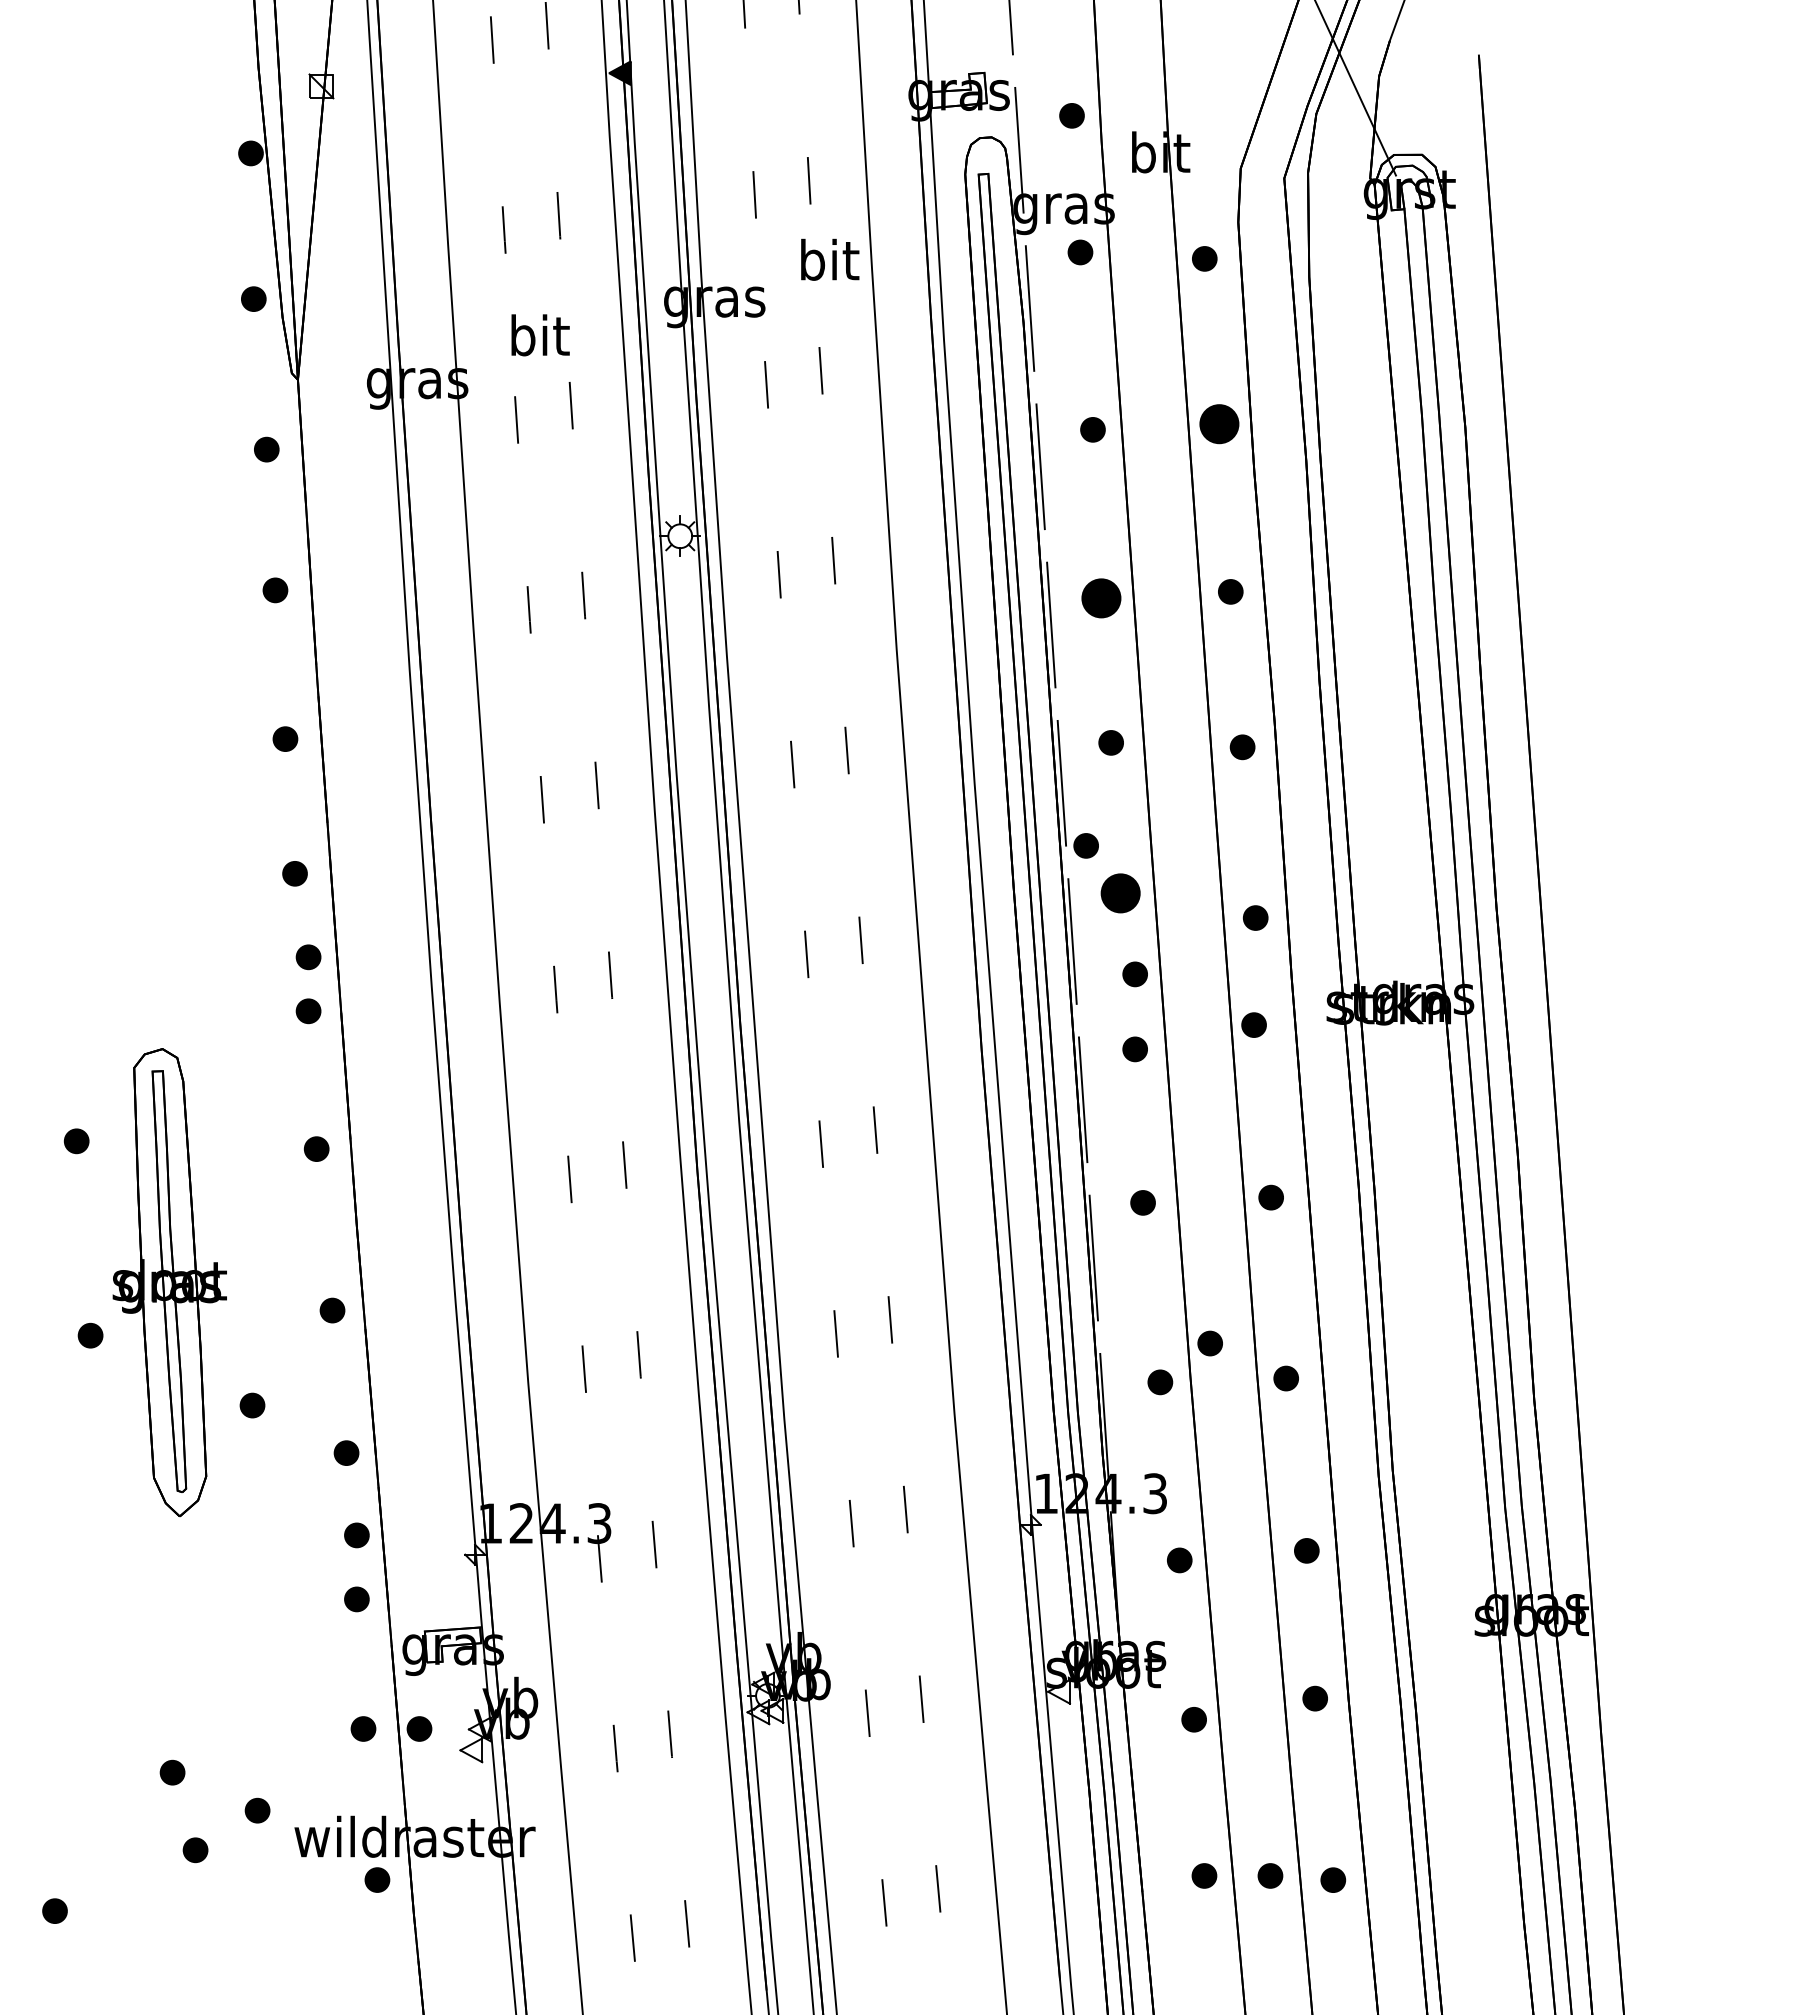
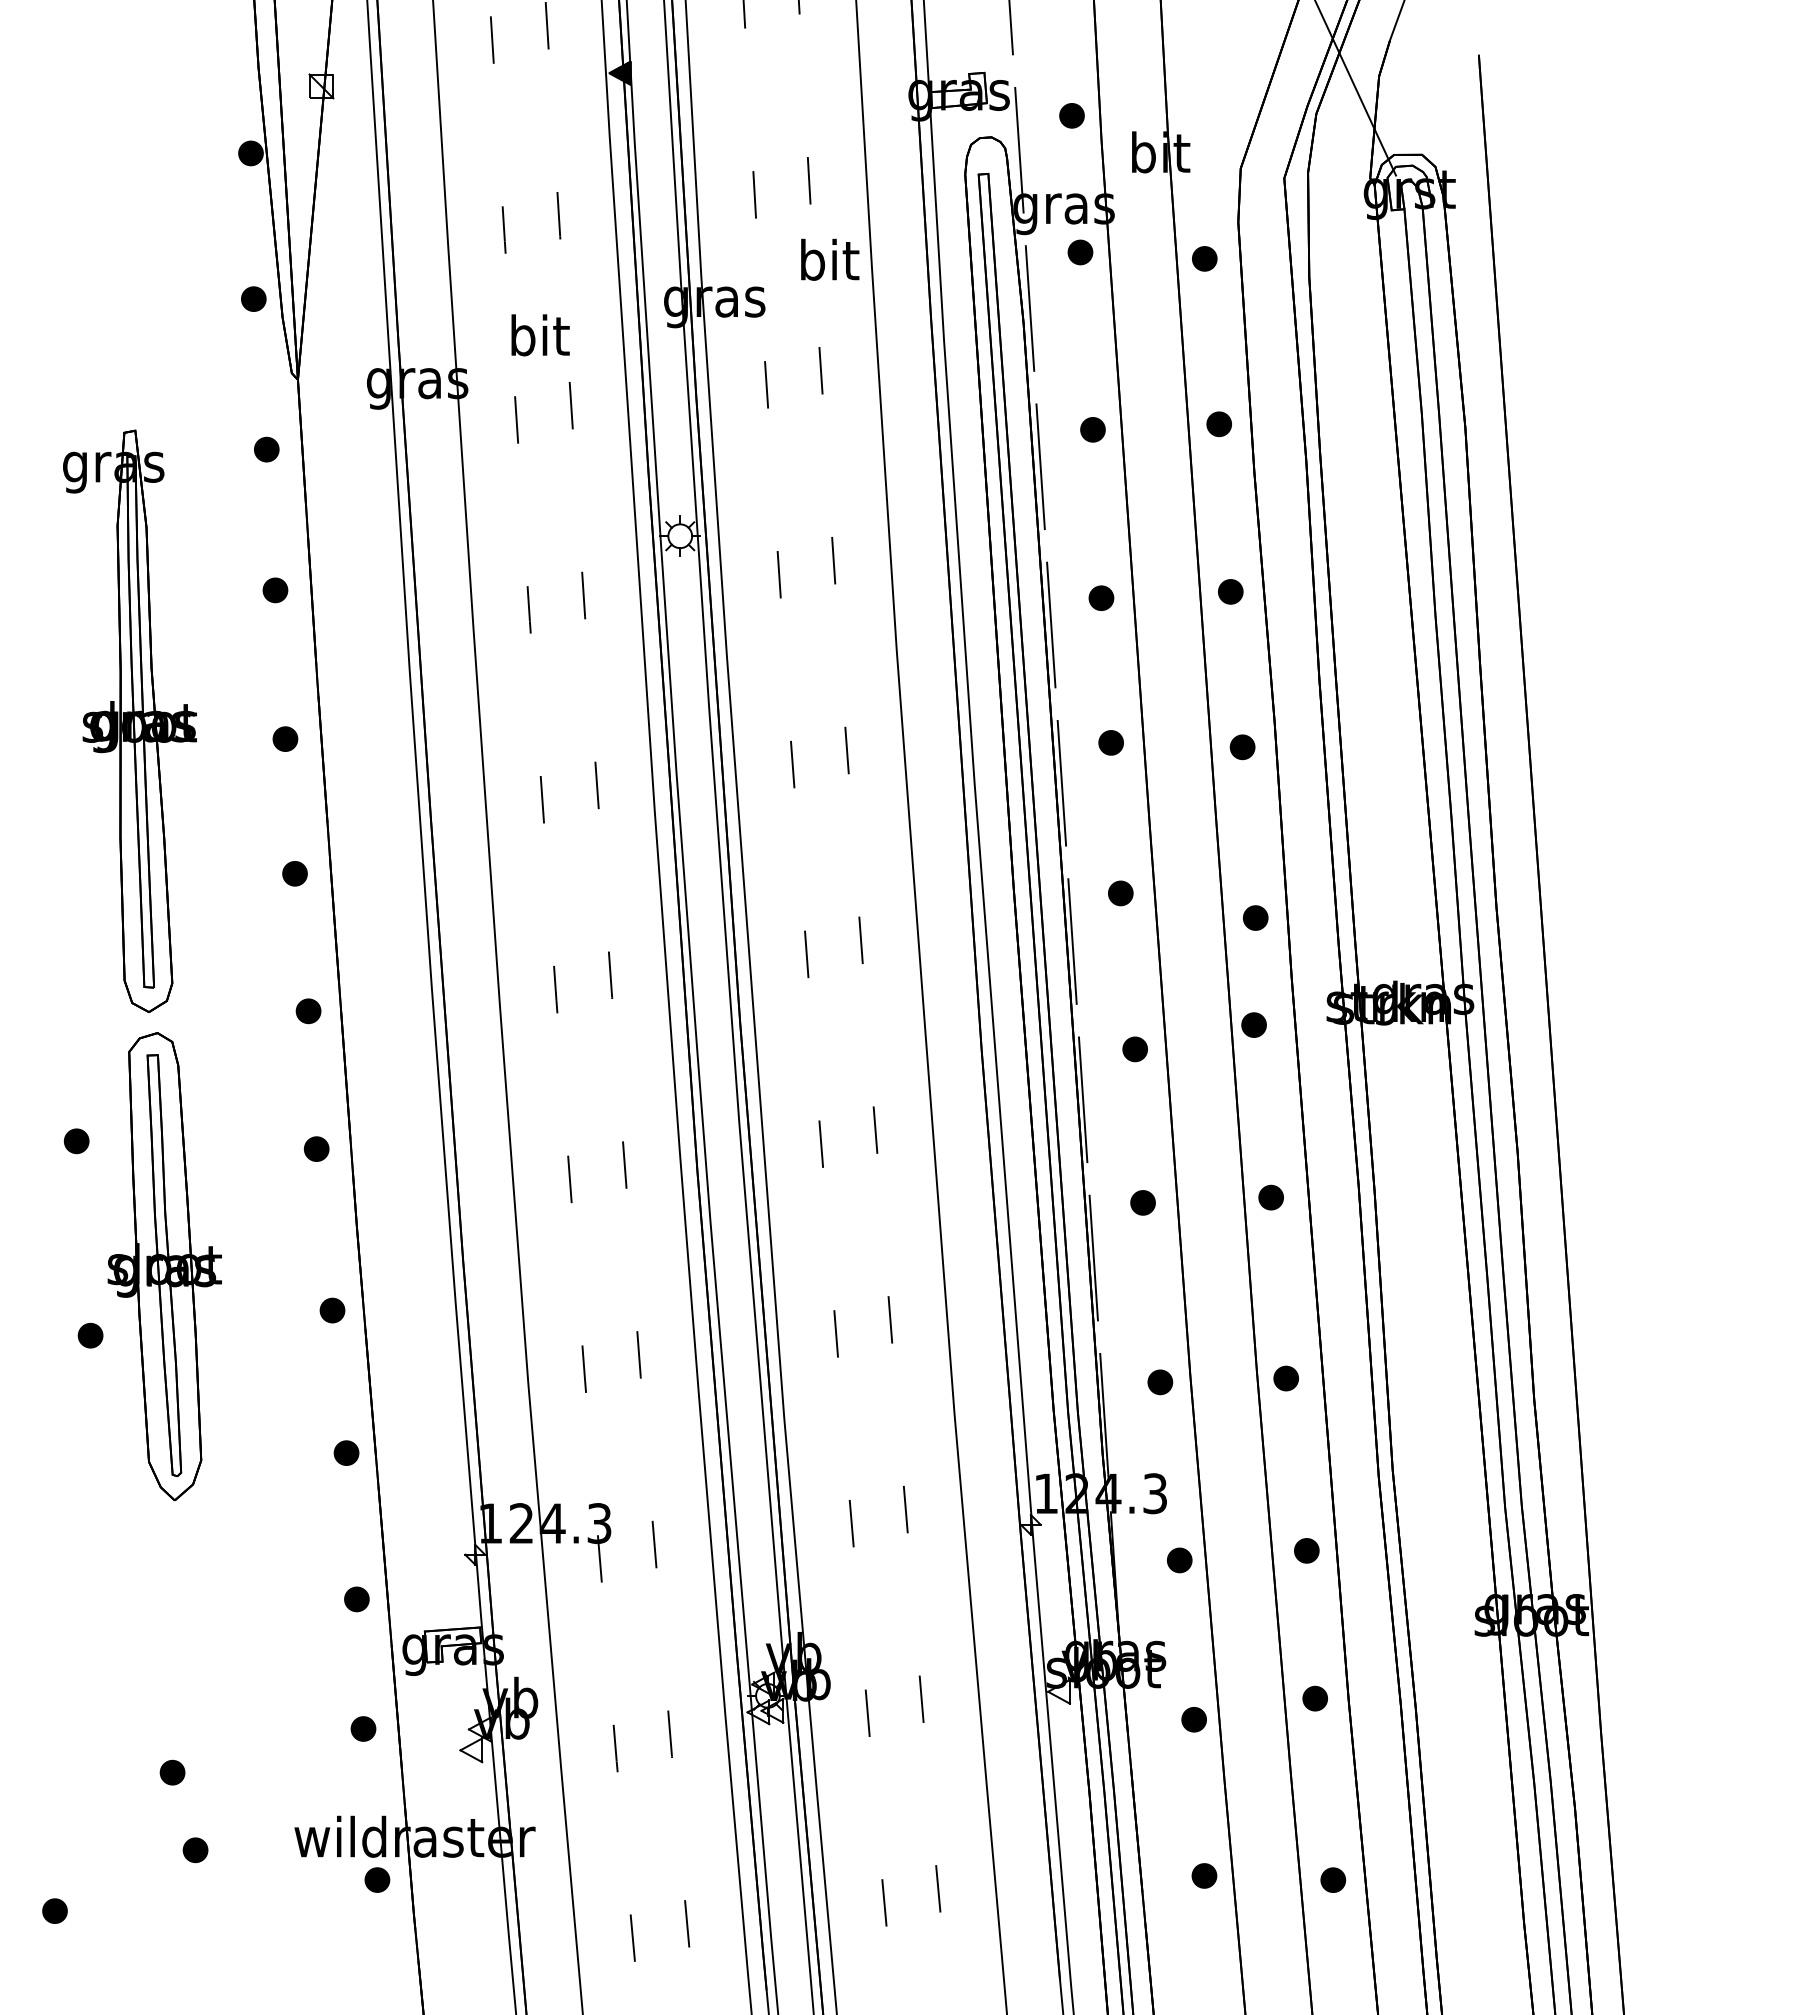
part at (1219, 424) size: 41x41 px -> 26x27 px
part at (1101, 598) size: 41x41 px -> 27x26 px
part at (129, 720): none -> present
part at (1085, 845): present -> none
part at (1120, 893) size: 41x41 px -> 26x27 px
part at (308, 957): present -> none
part at (1134, 974): present -> none
part at (169, 1282) position: (169, 1282) -> (164, 1266)
part at (1209, 1343): present -> none
part at (252, 1405): present -> none
part at (356, 1535): present -> none
part at (419, 1728): present -> none
part at (257, 1810): present -> none
part at (1270, 1875): present -> none
